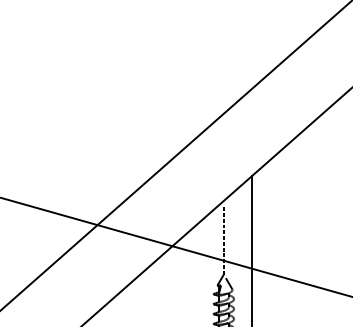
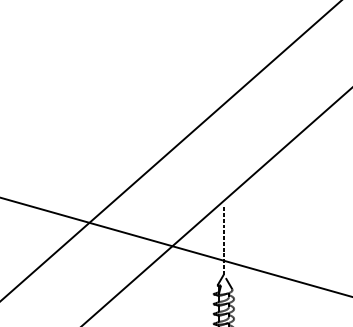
line at (175, 155) position: (175, 155) -> (170, 150)
line at (252, 249): present -> none
